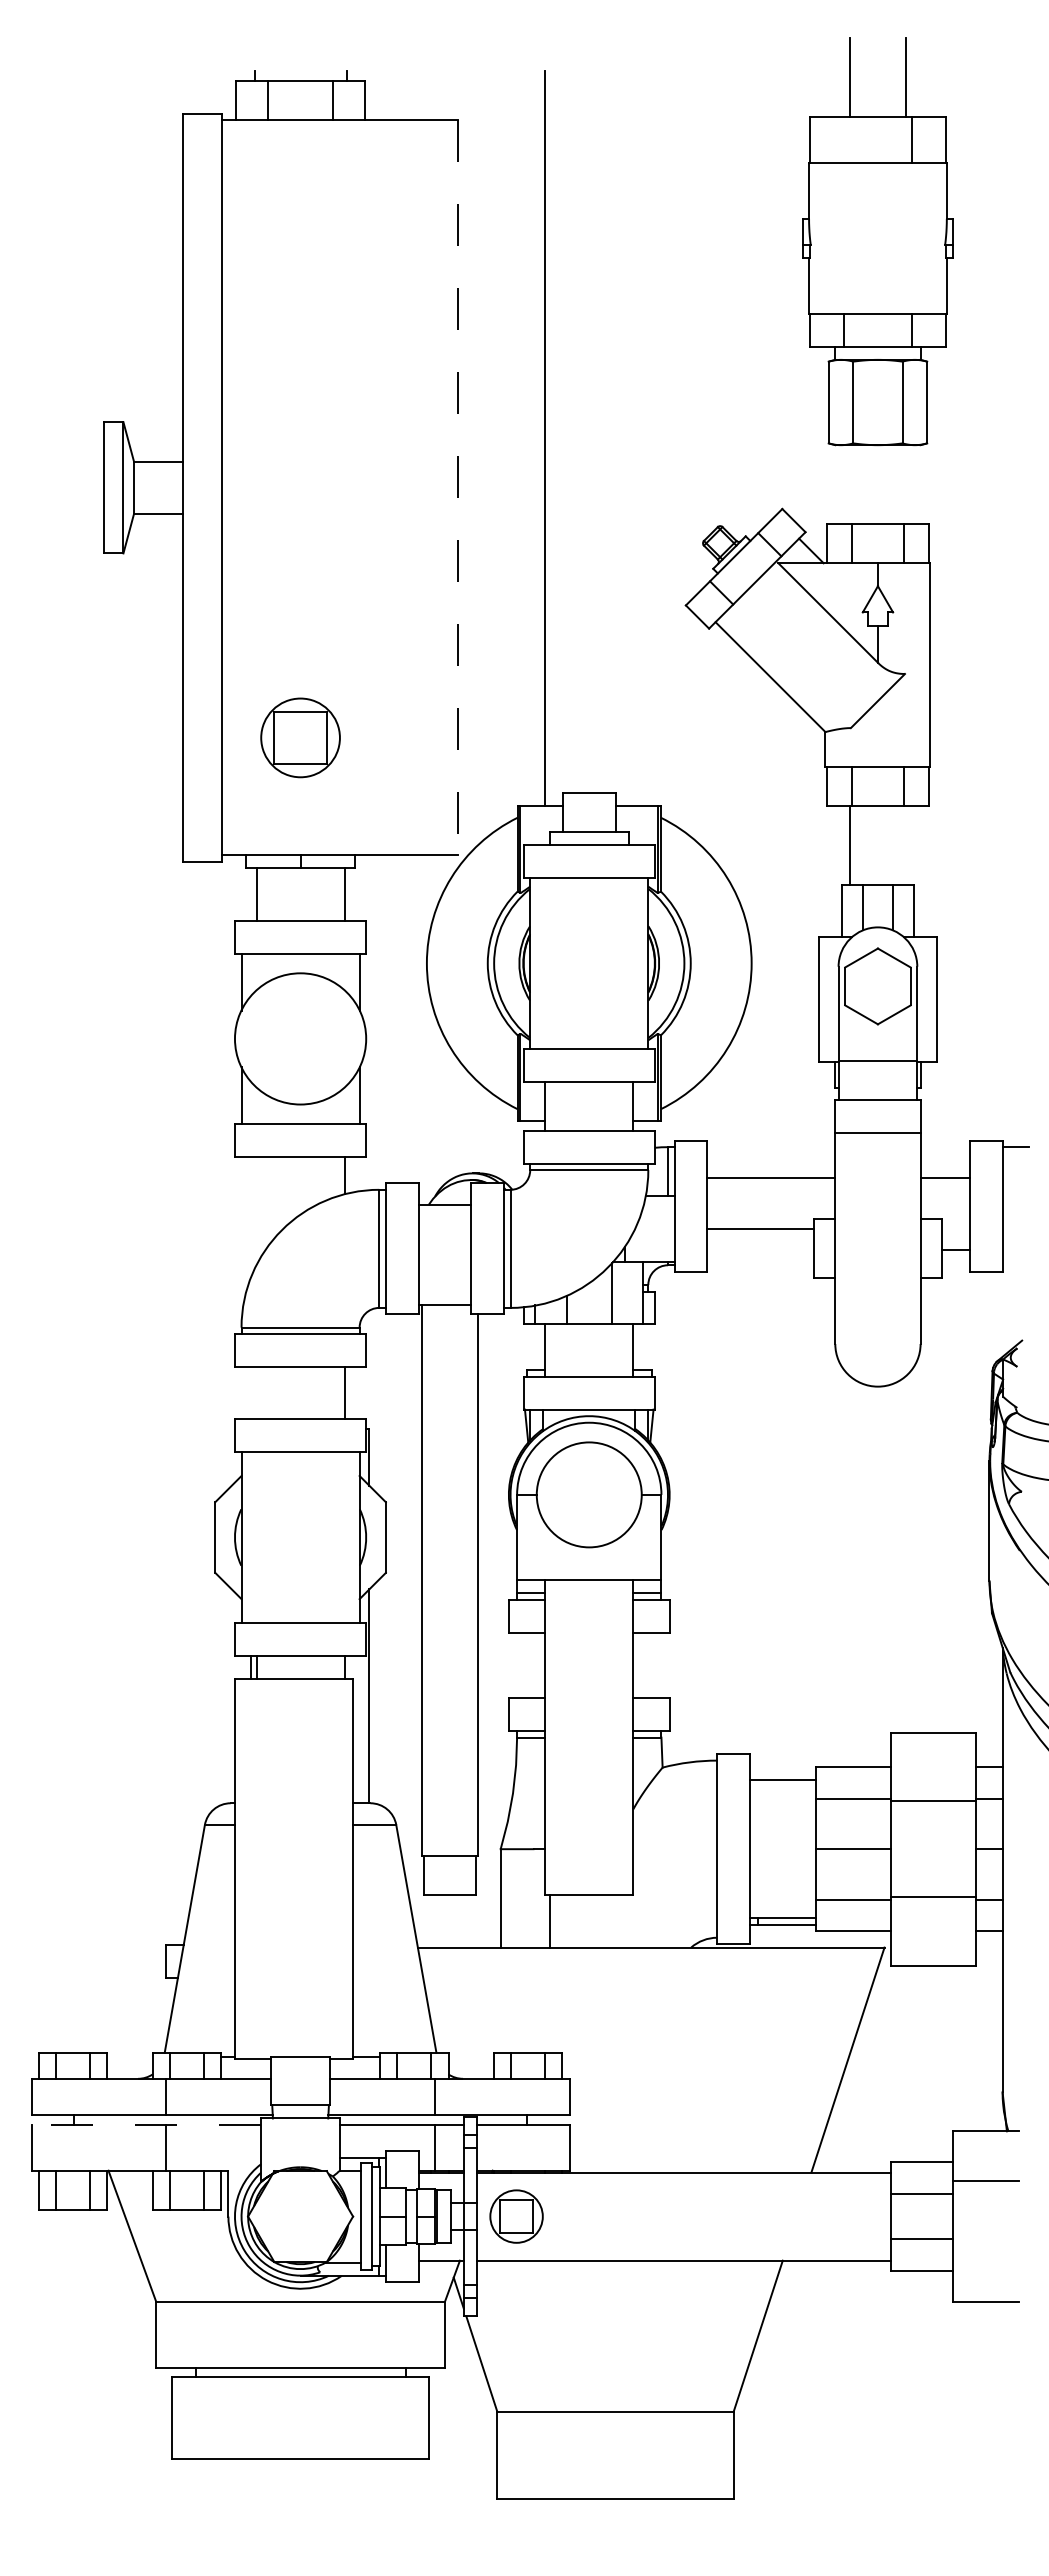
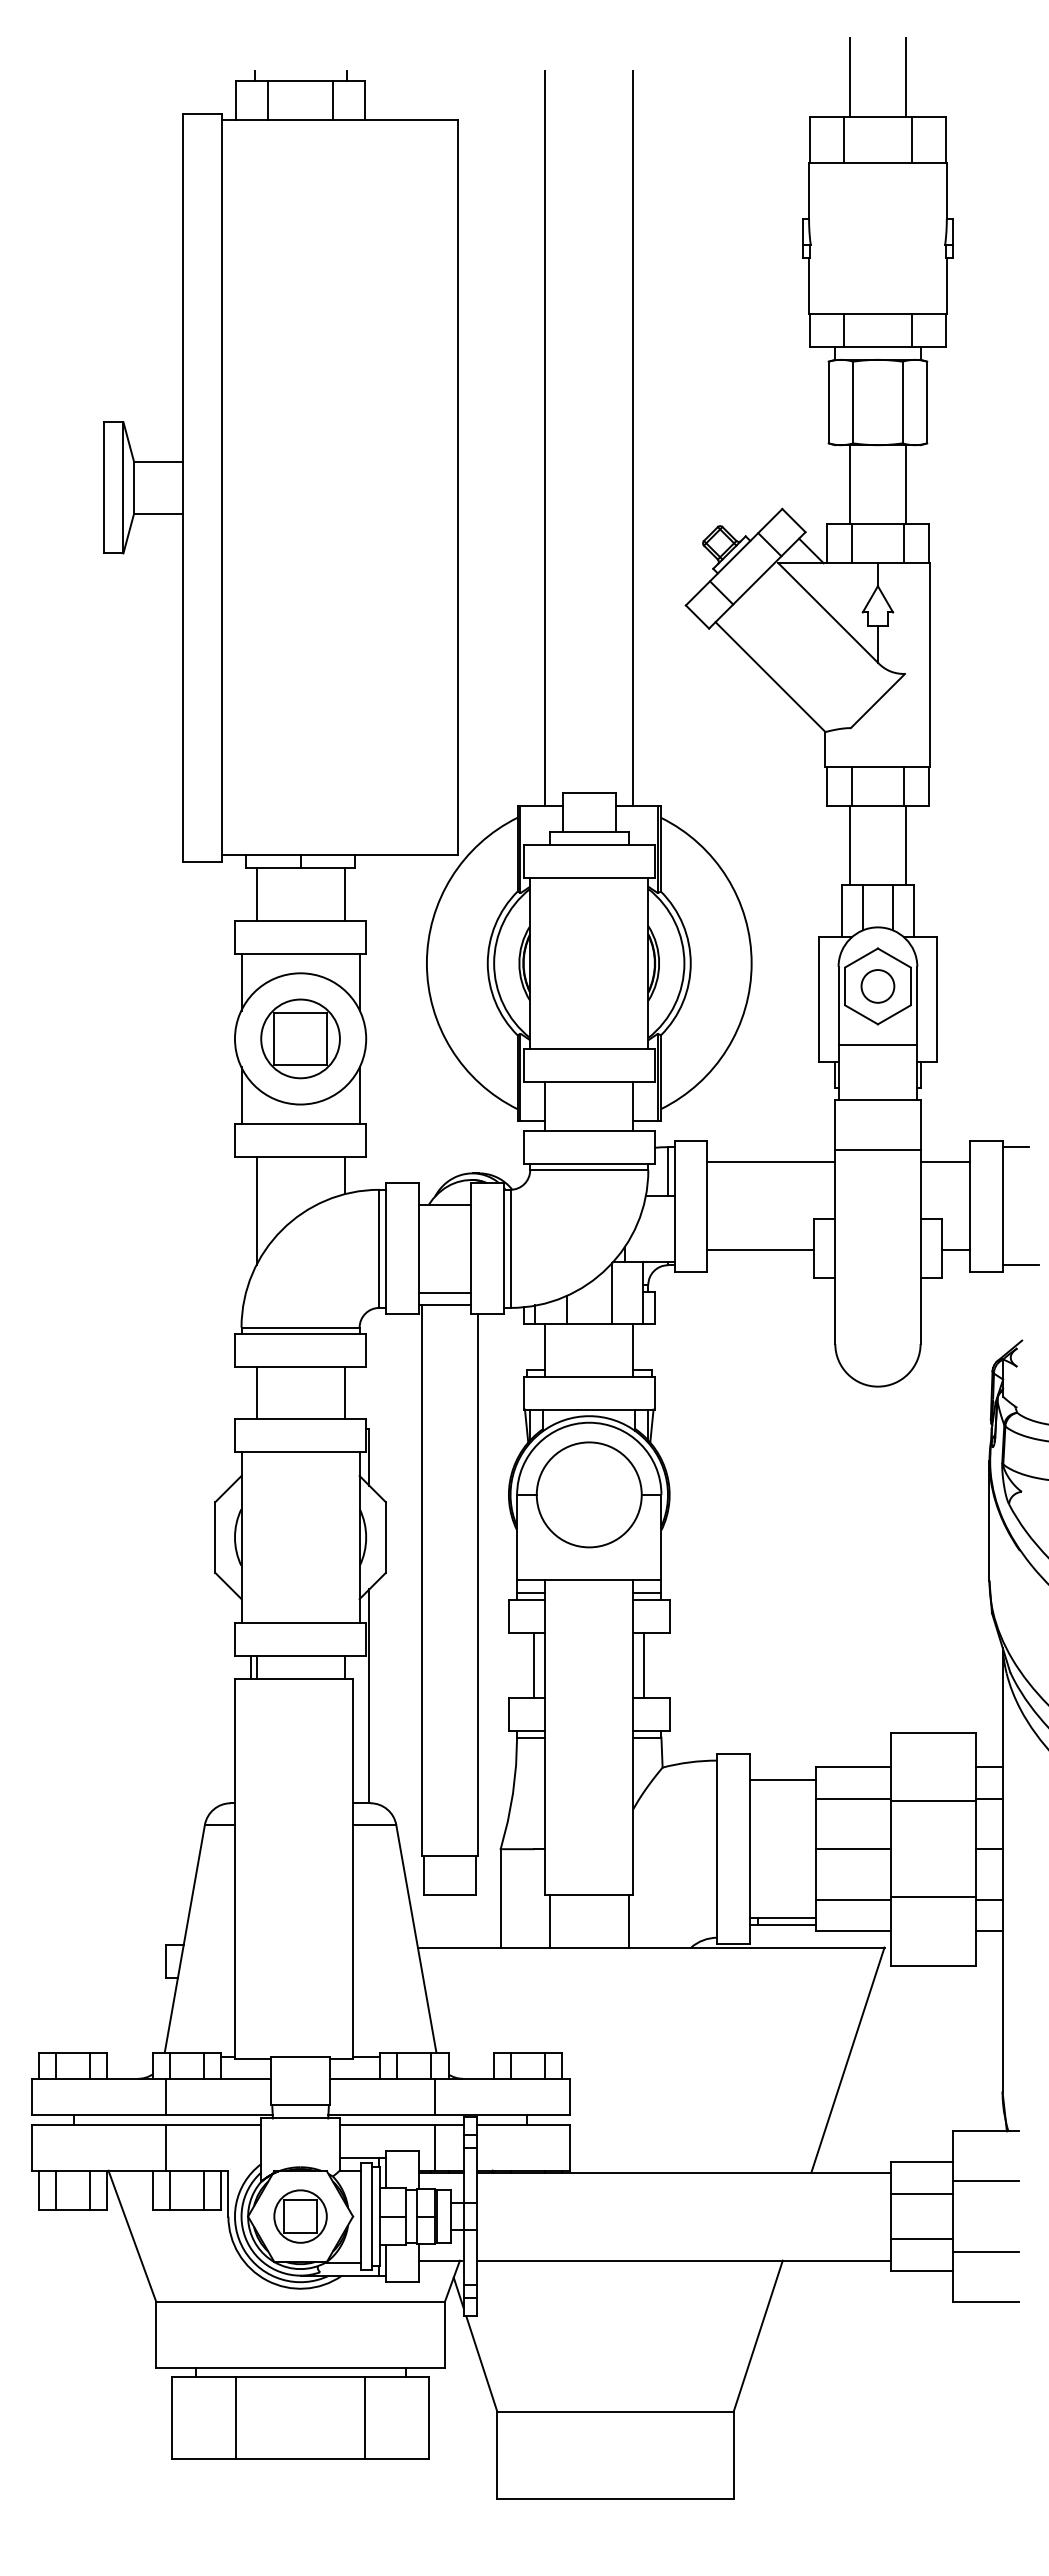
line at (843, 140): none -> present
line at (633, 438): none -> present
line at (849, 484): none -> present
line at (906, 484): none -> present
line at (458, 488): dashed -> solid
part at (300, 737) position: (300, 737) -> (300, 1038)
line at (906, 845): none -> present
circle at (877, 986): none -> present
line at (877, 1061) position: (877, 1061) -> (877, 1045)
line at (877, 1132) position: (877, 1132) -> (877, 1149)
line at (771, 1178) position: (771, 1178) -> (771, 1162)
line at (944, 1178) position: (944, 1178) -> (944, 1162)
line at (256, 1211): none -> present
line at (760, 1229) position: (760, 1229) -> (760, 1250)
line at (1020, 1265): none -> present
line at (444, 1292): none -> present
line at (256, 1392): none -> present
line at (534, 1665): none -> present
line at (644, 1665): none -> present
line at (628, 1921): none -> present
line at (146, 2124): dashed -> solid
part at (516, 2216) position: (516, 2216) -> (300, 2216)
line at (986, 2251): none -> present
line at (236, 2417): none -> present
line at (364, 2417): none -> present
